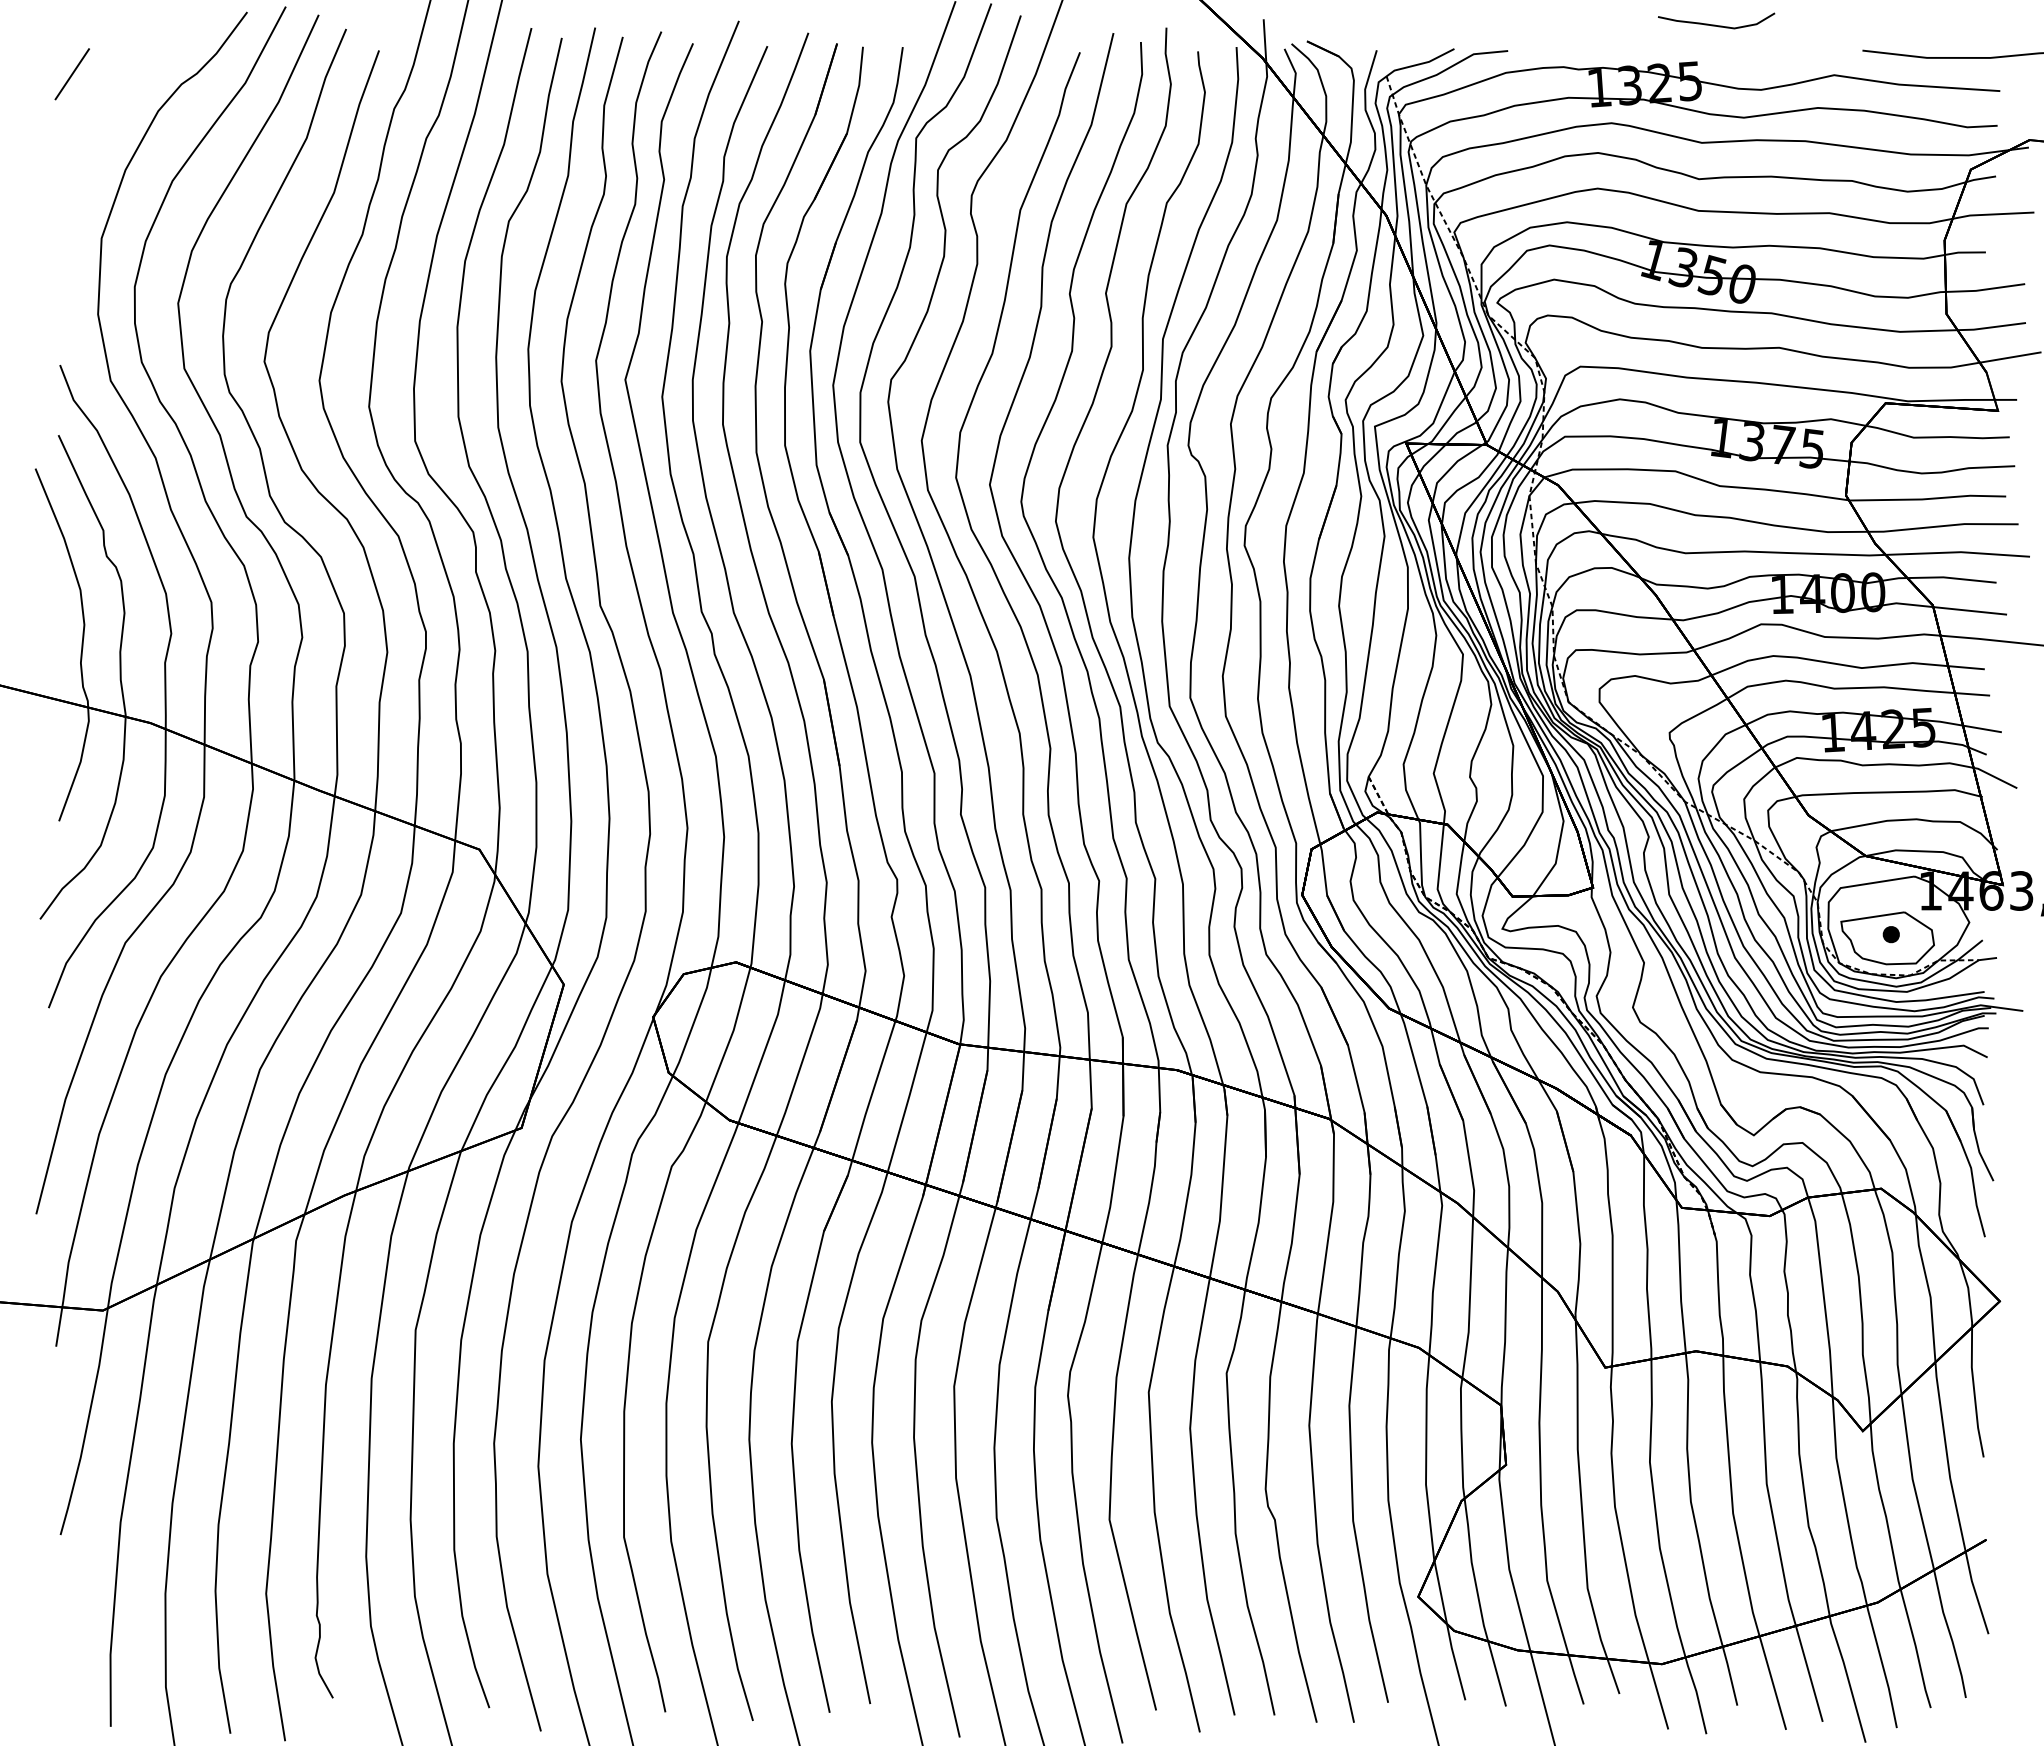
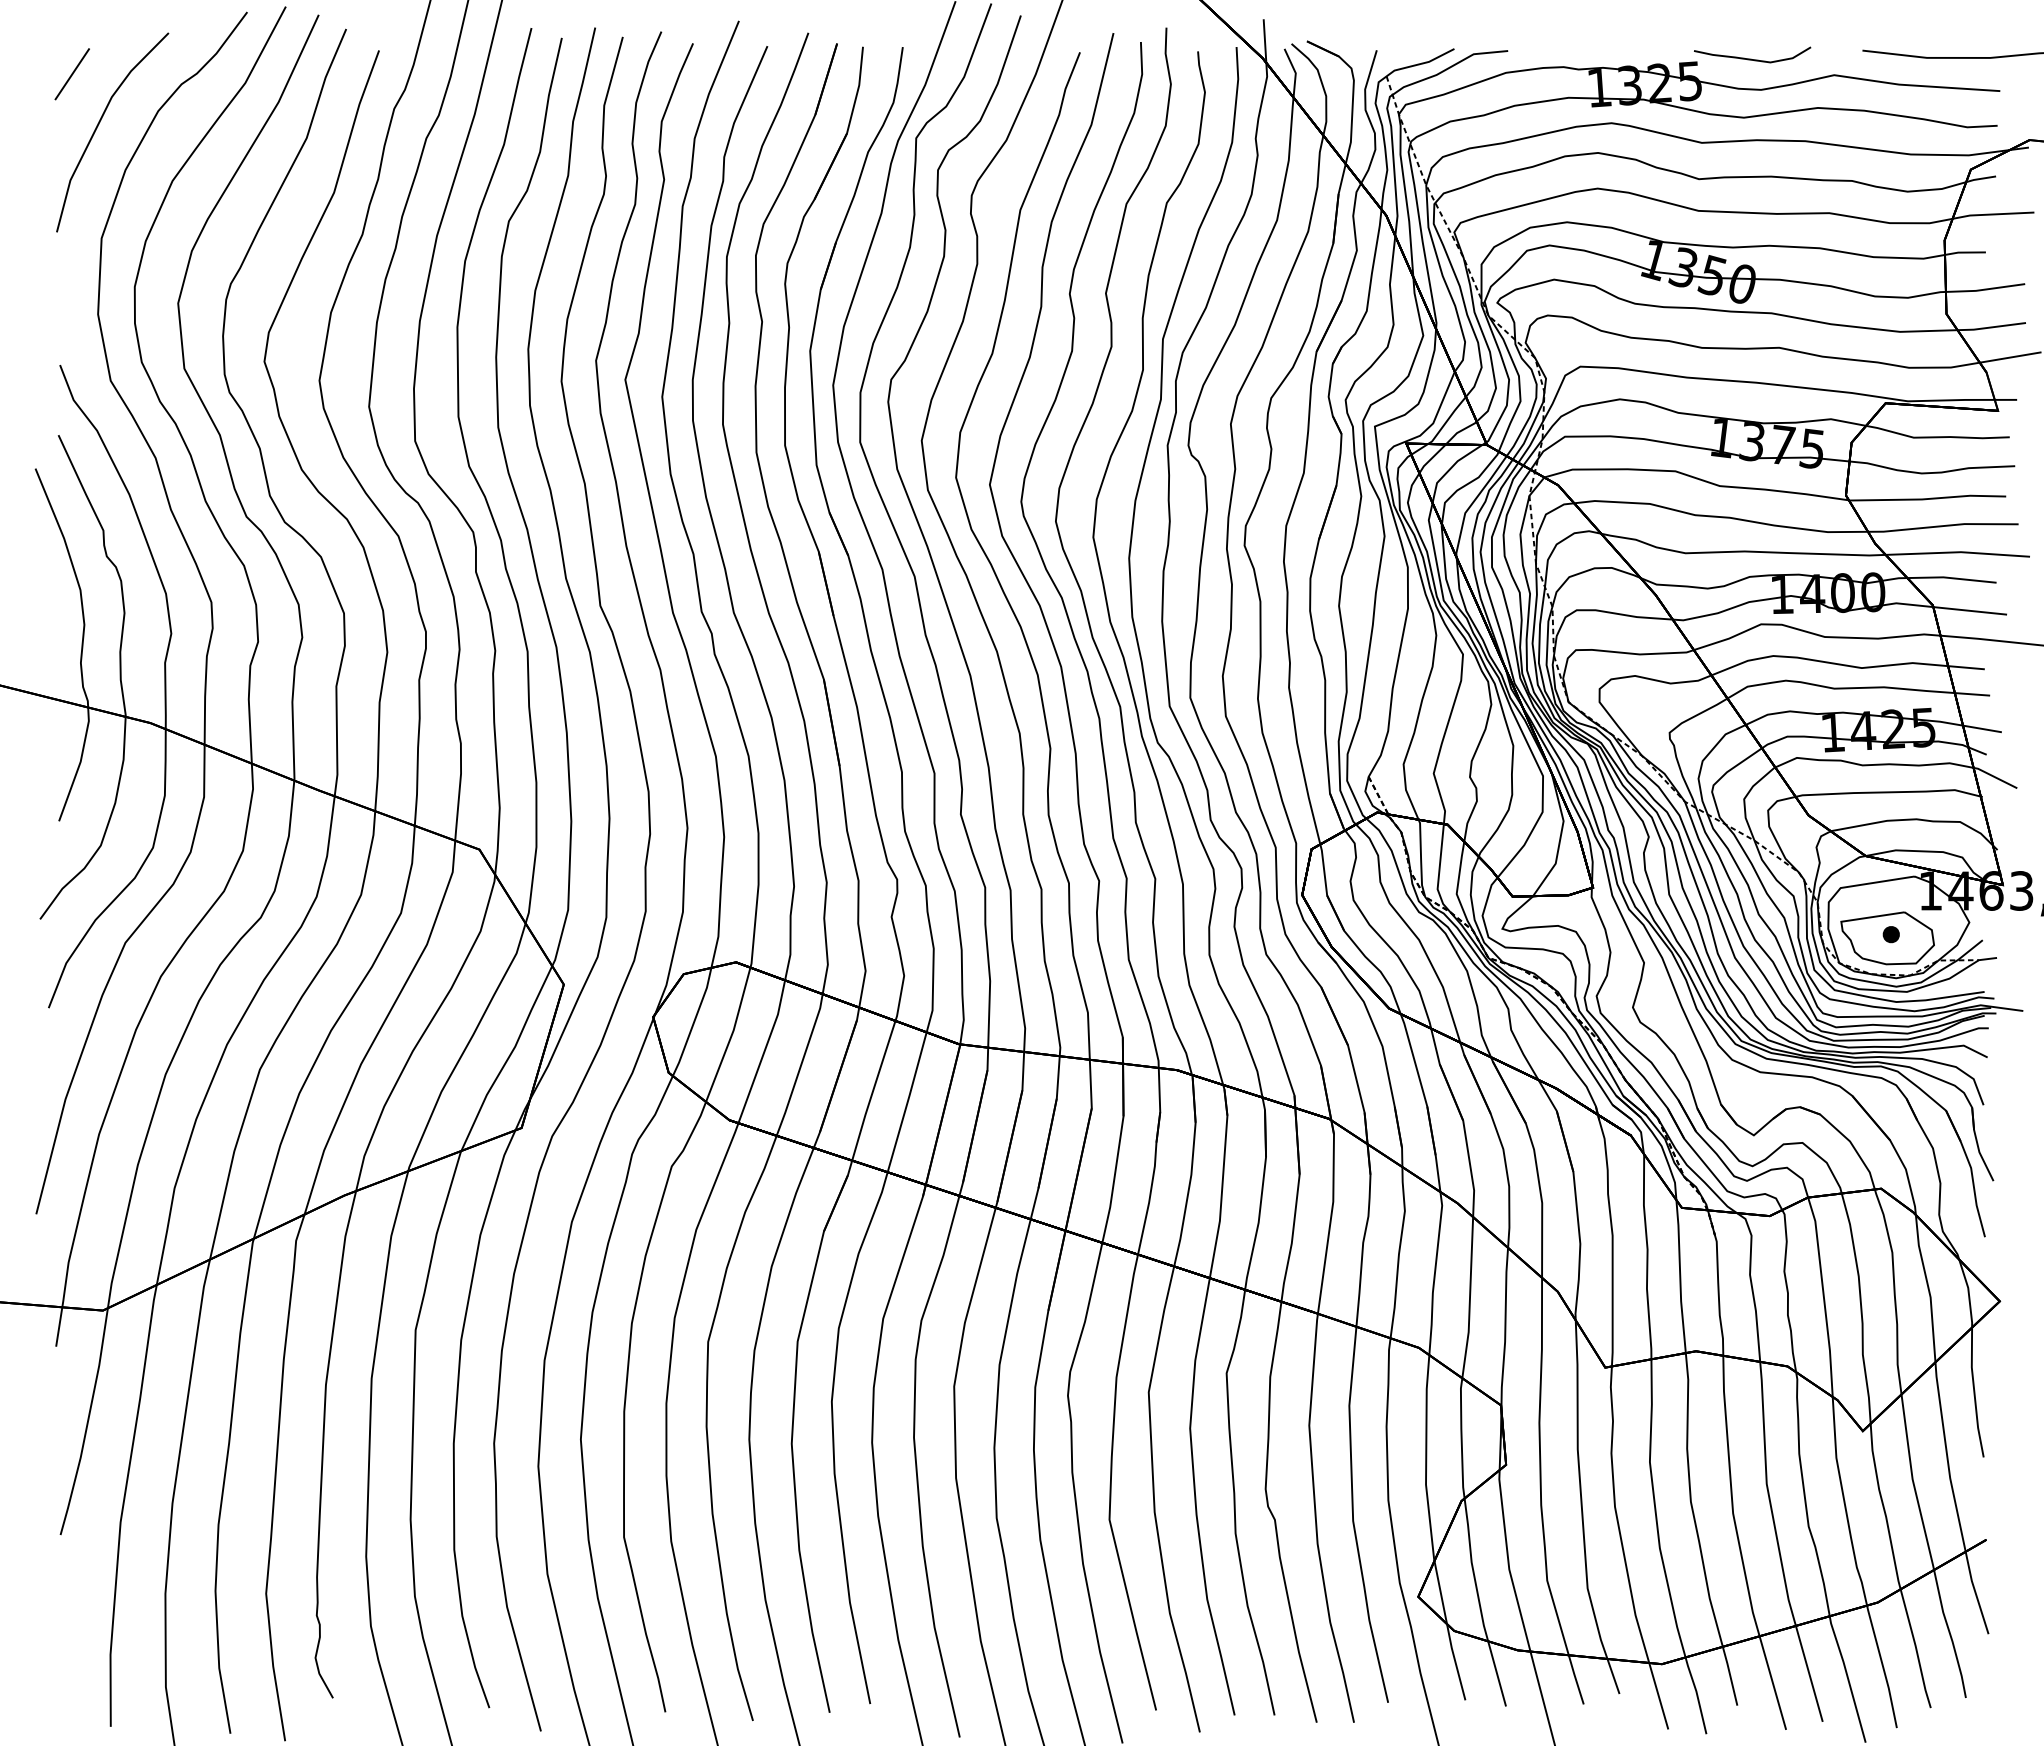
curve at (1715, 24) position: (1715, 24) -> (1751, 58)
line at (98, 126): none -> present
